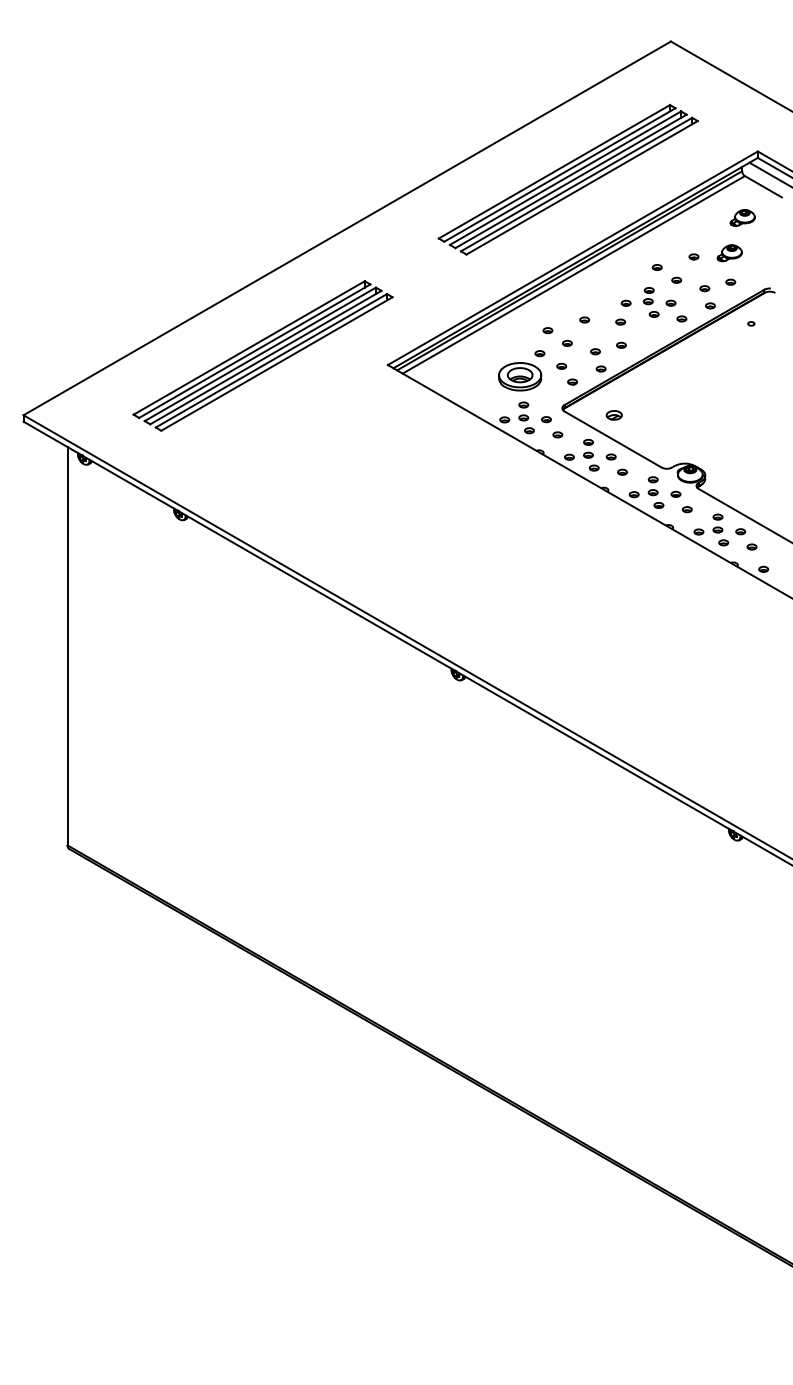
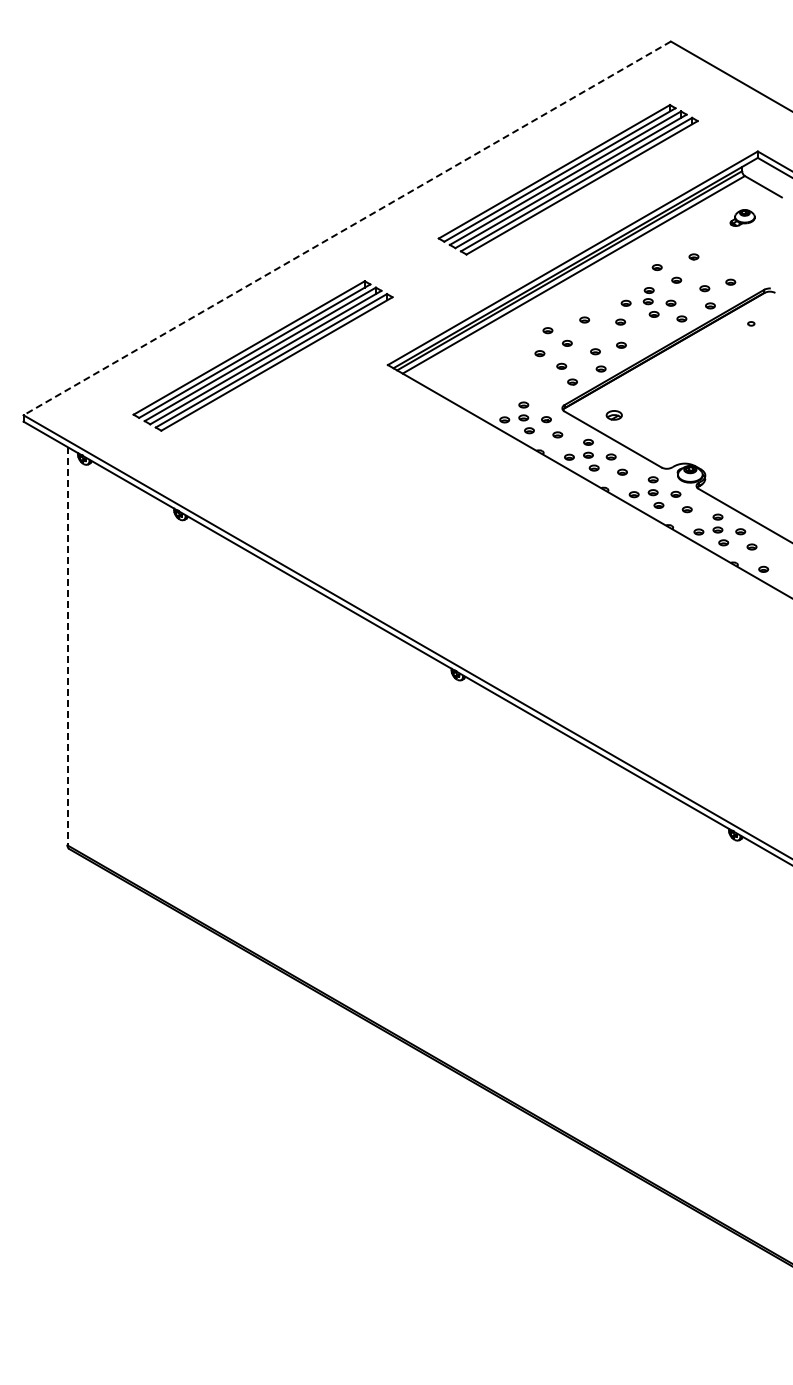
line at (769, 173): present -> none
line at (347, 228): solid -> dashed
part at (729, 253): present -> none
part at (520, 376): present -> none
line at (67, 646): solid -> dashed
